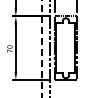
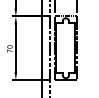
line at (42, 48): dashed -> solid
